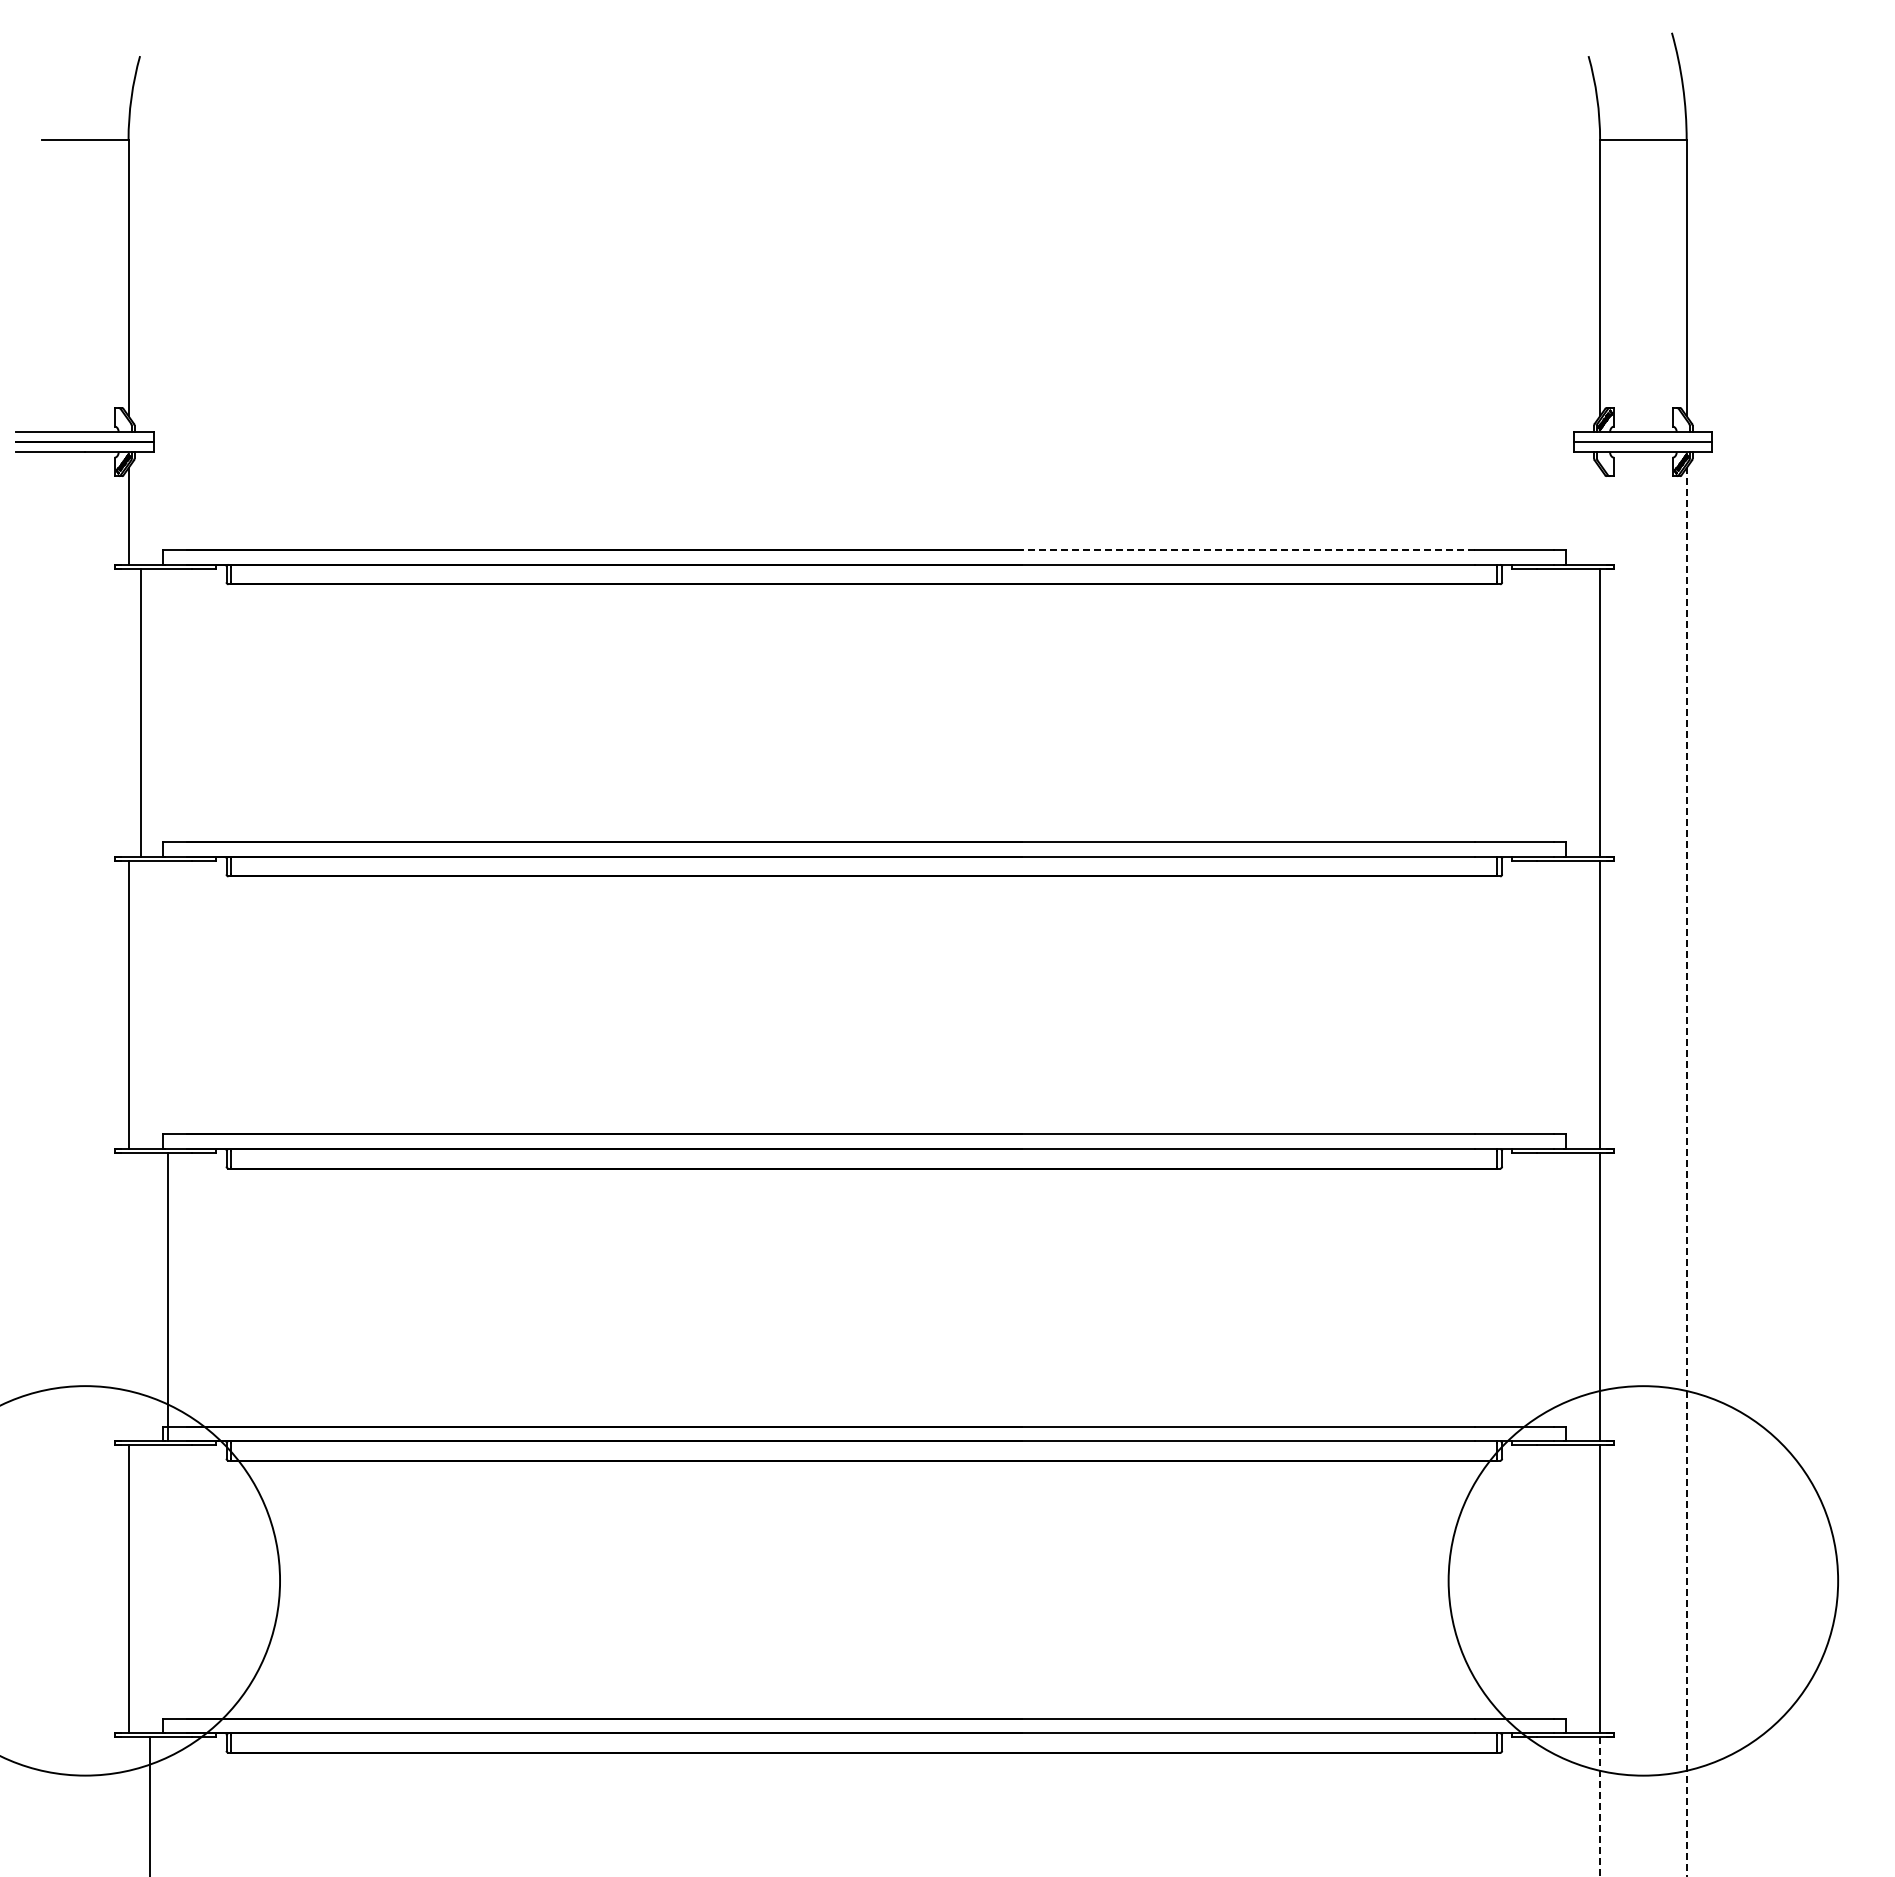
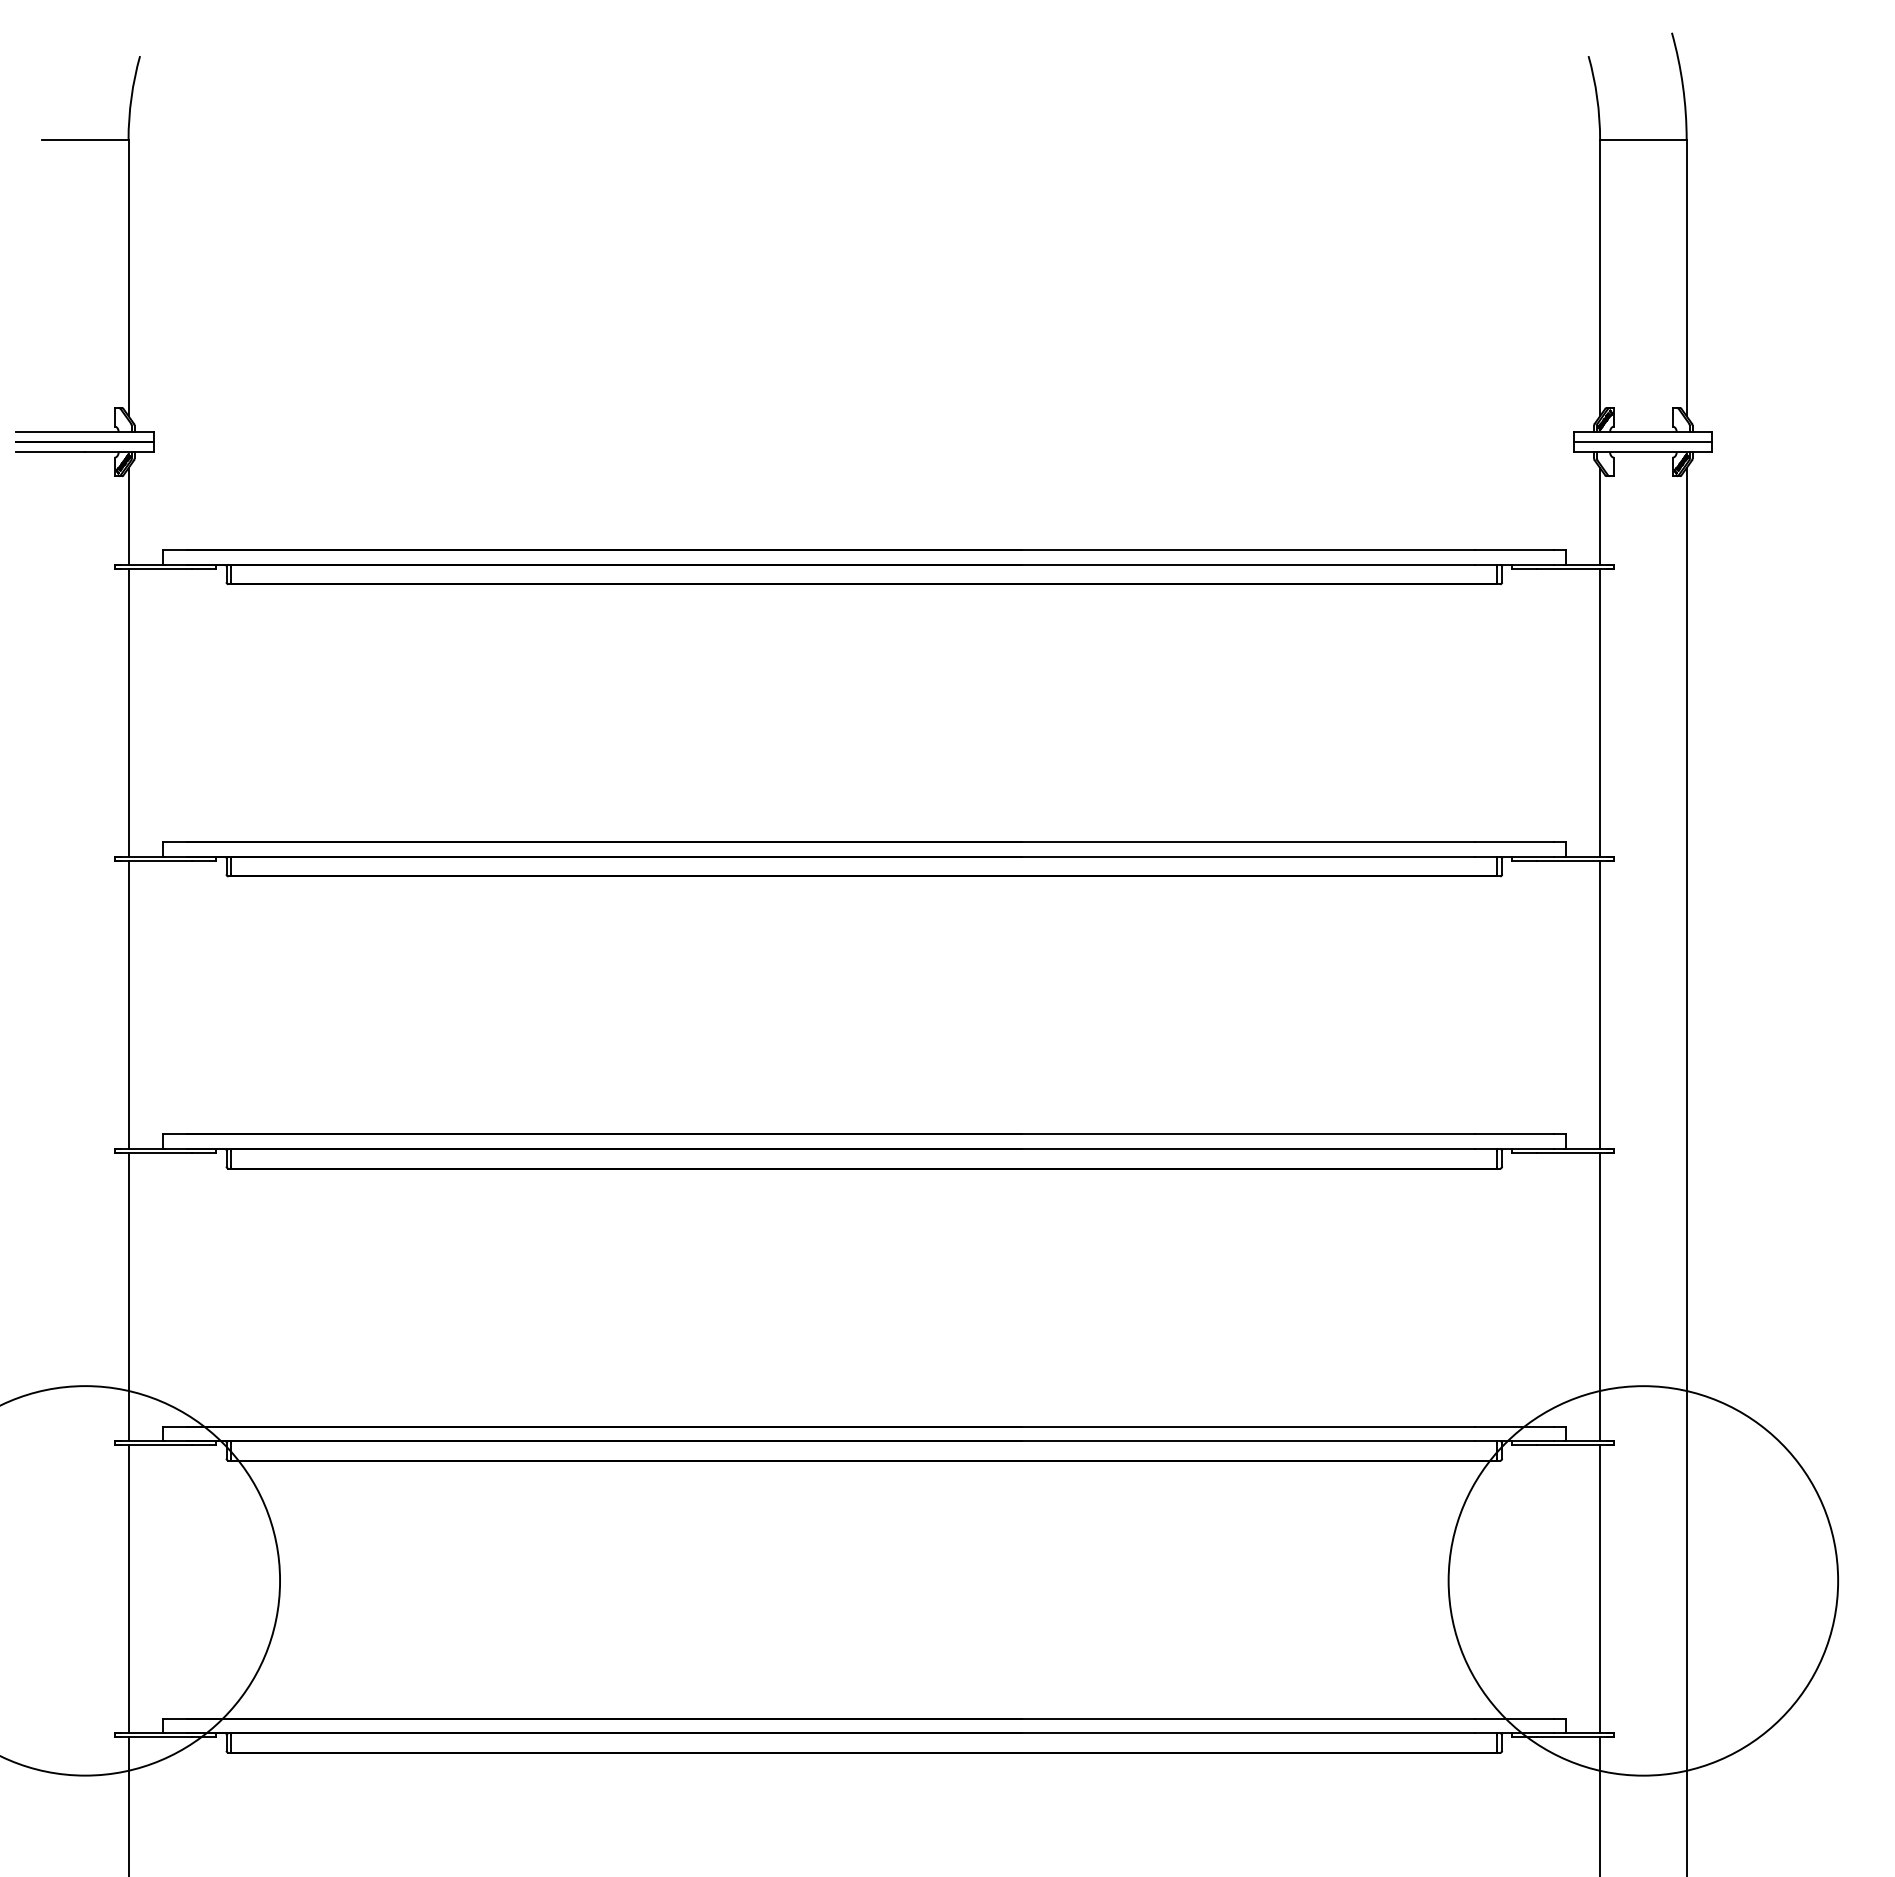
line at (1600, 516): none -> present
line at (1248, 550): dashed -> solid
line at (140, 712) position: (140, 712) -> (128, 712)
line at (1686, 1171): dashed -> solid
line at (167, 1296) position: (167, 1296) -> (128, 1296)
line at (149, 1805) position: (149, 1805) -> (128, 1805)
line at (1600, 1807): dashed -> solid
